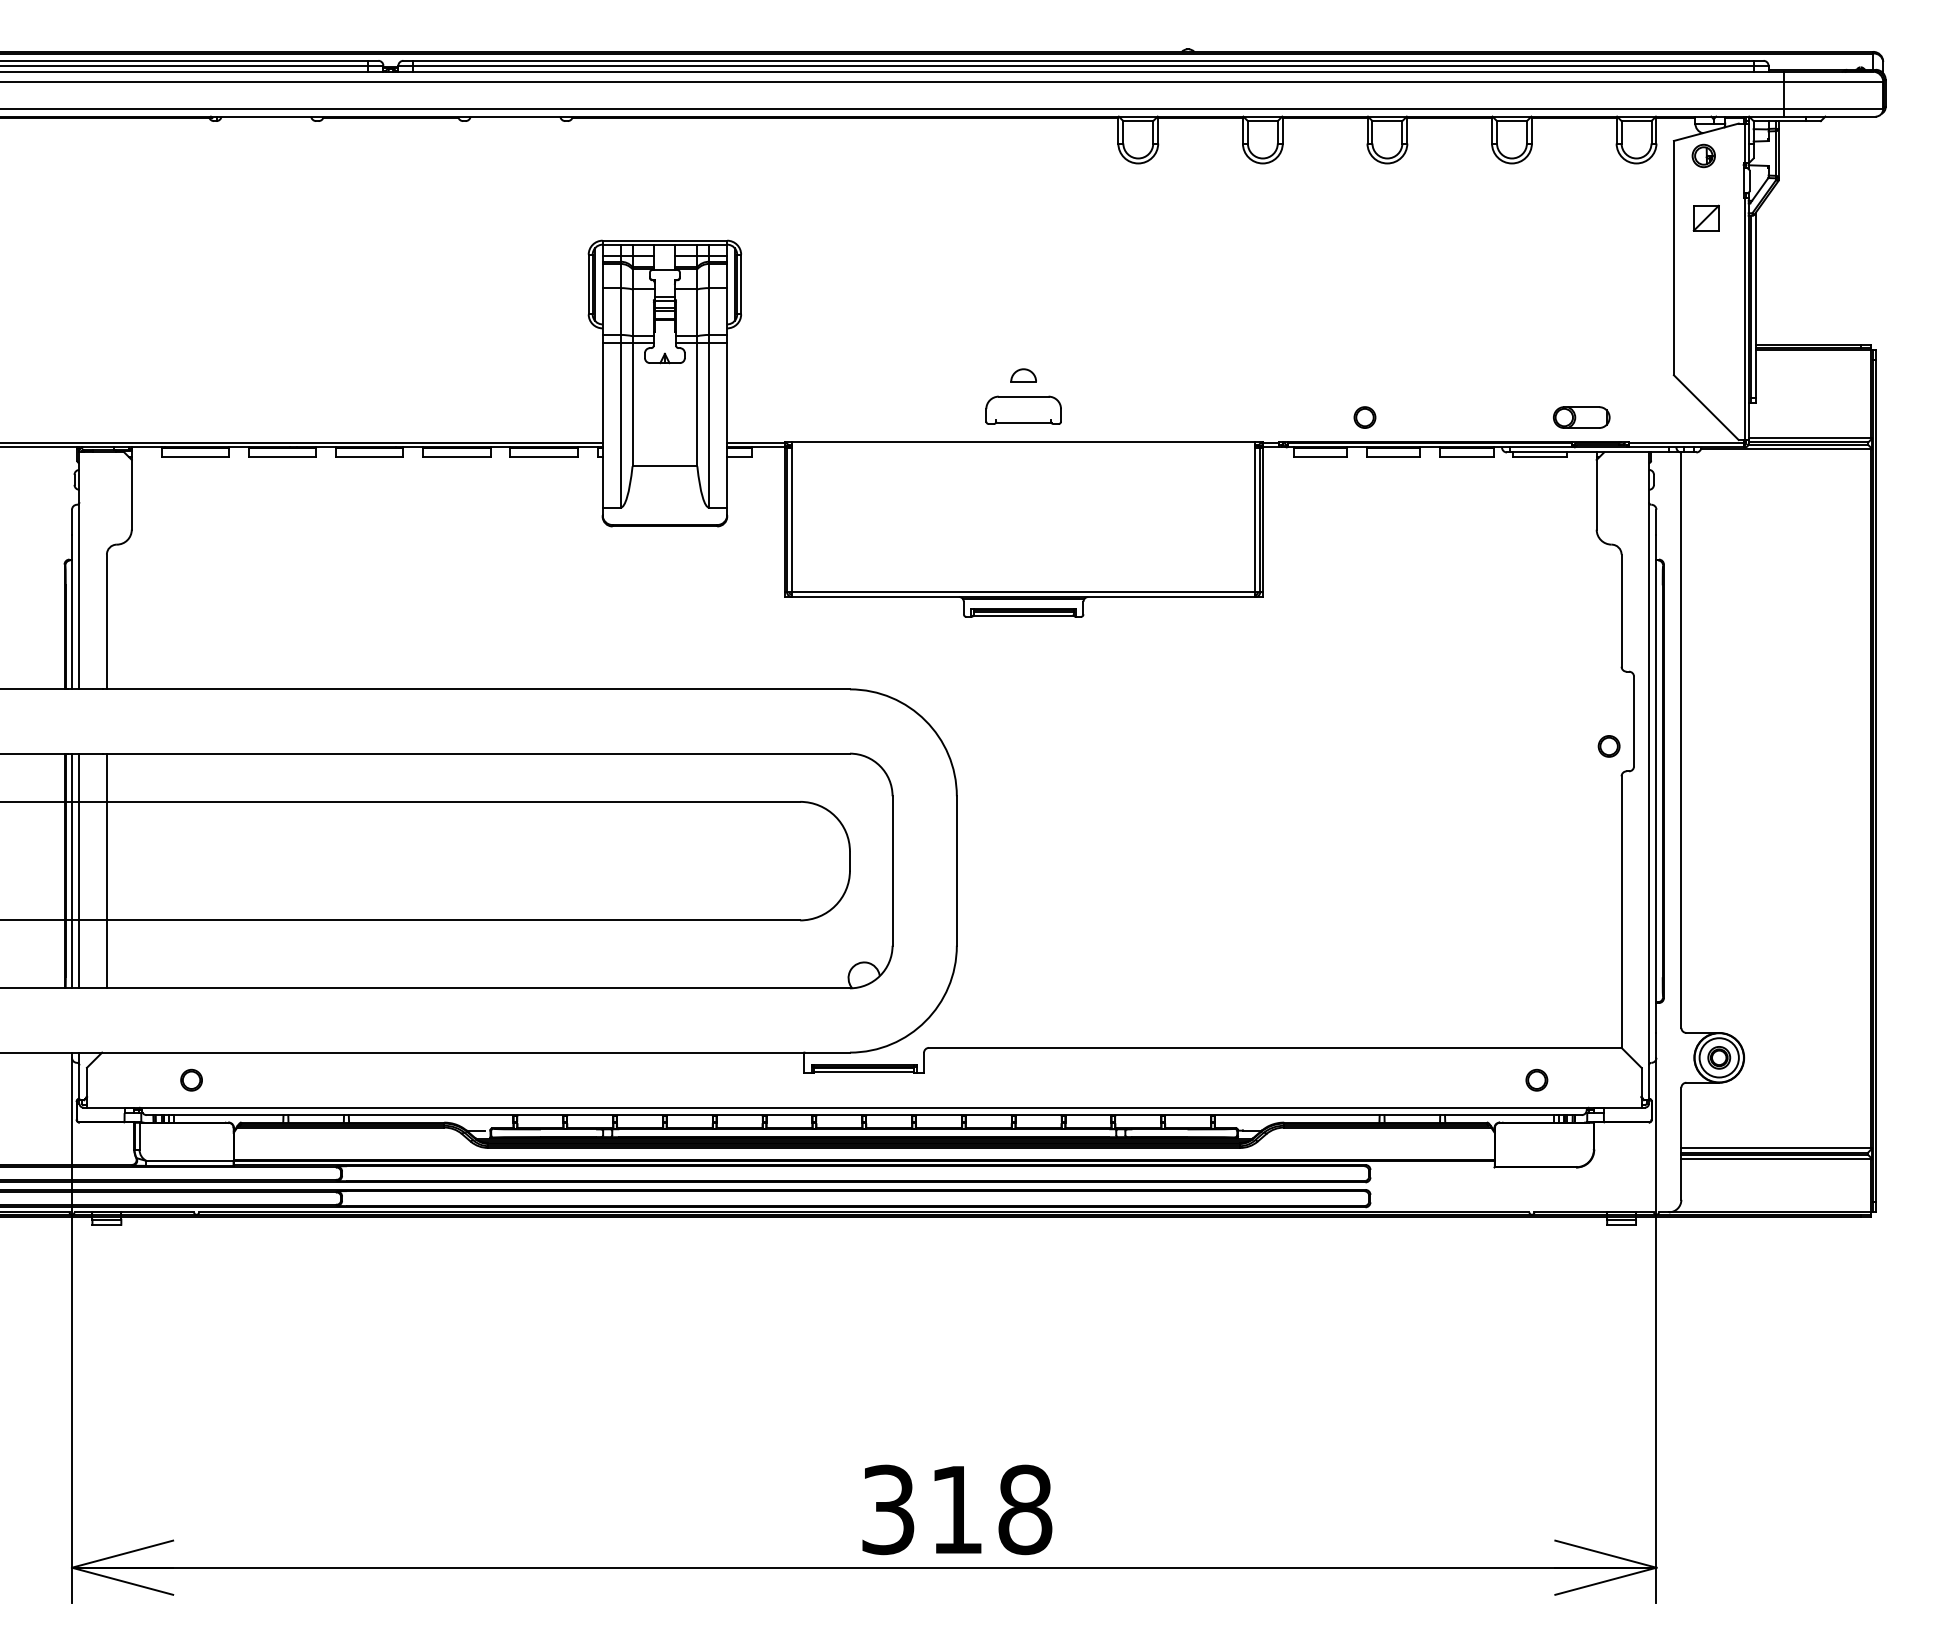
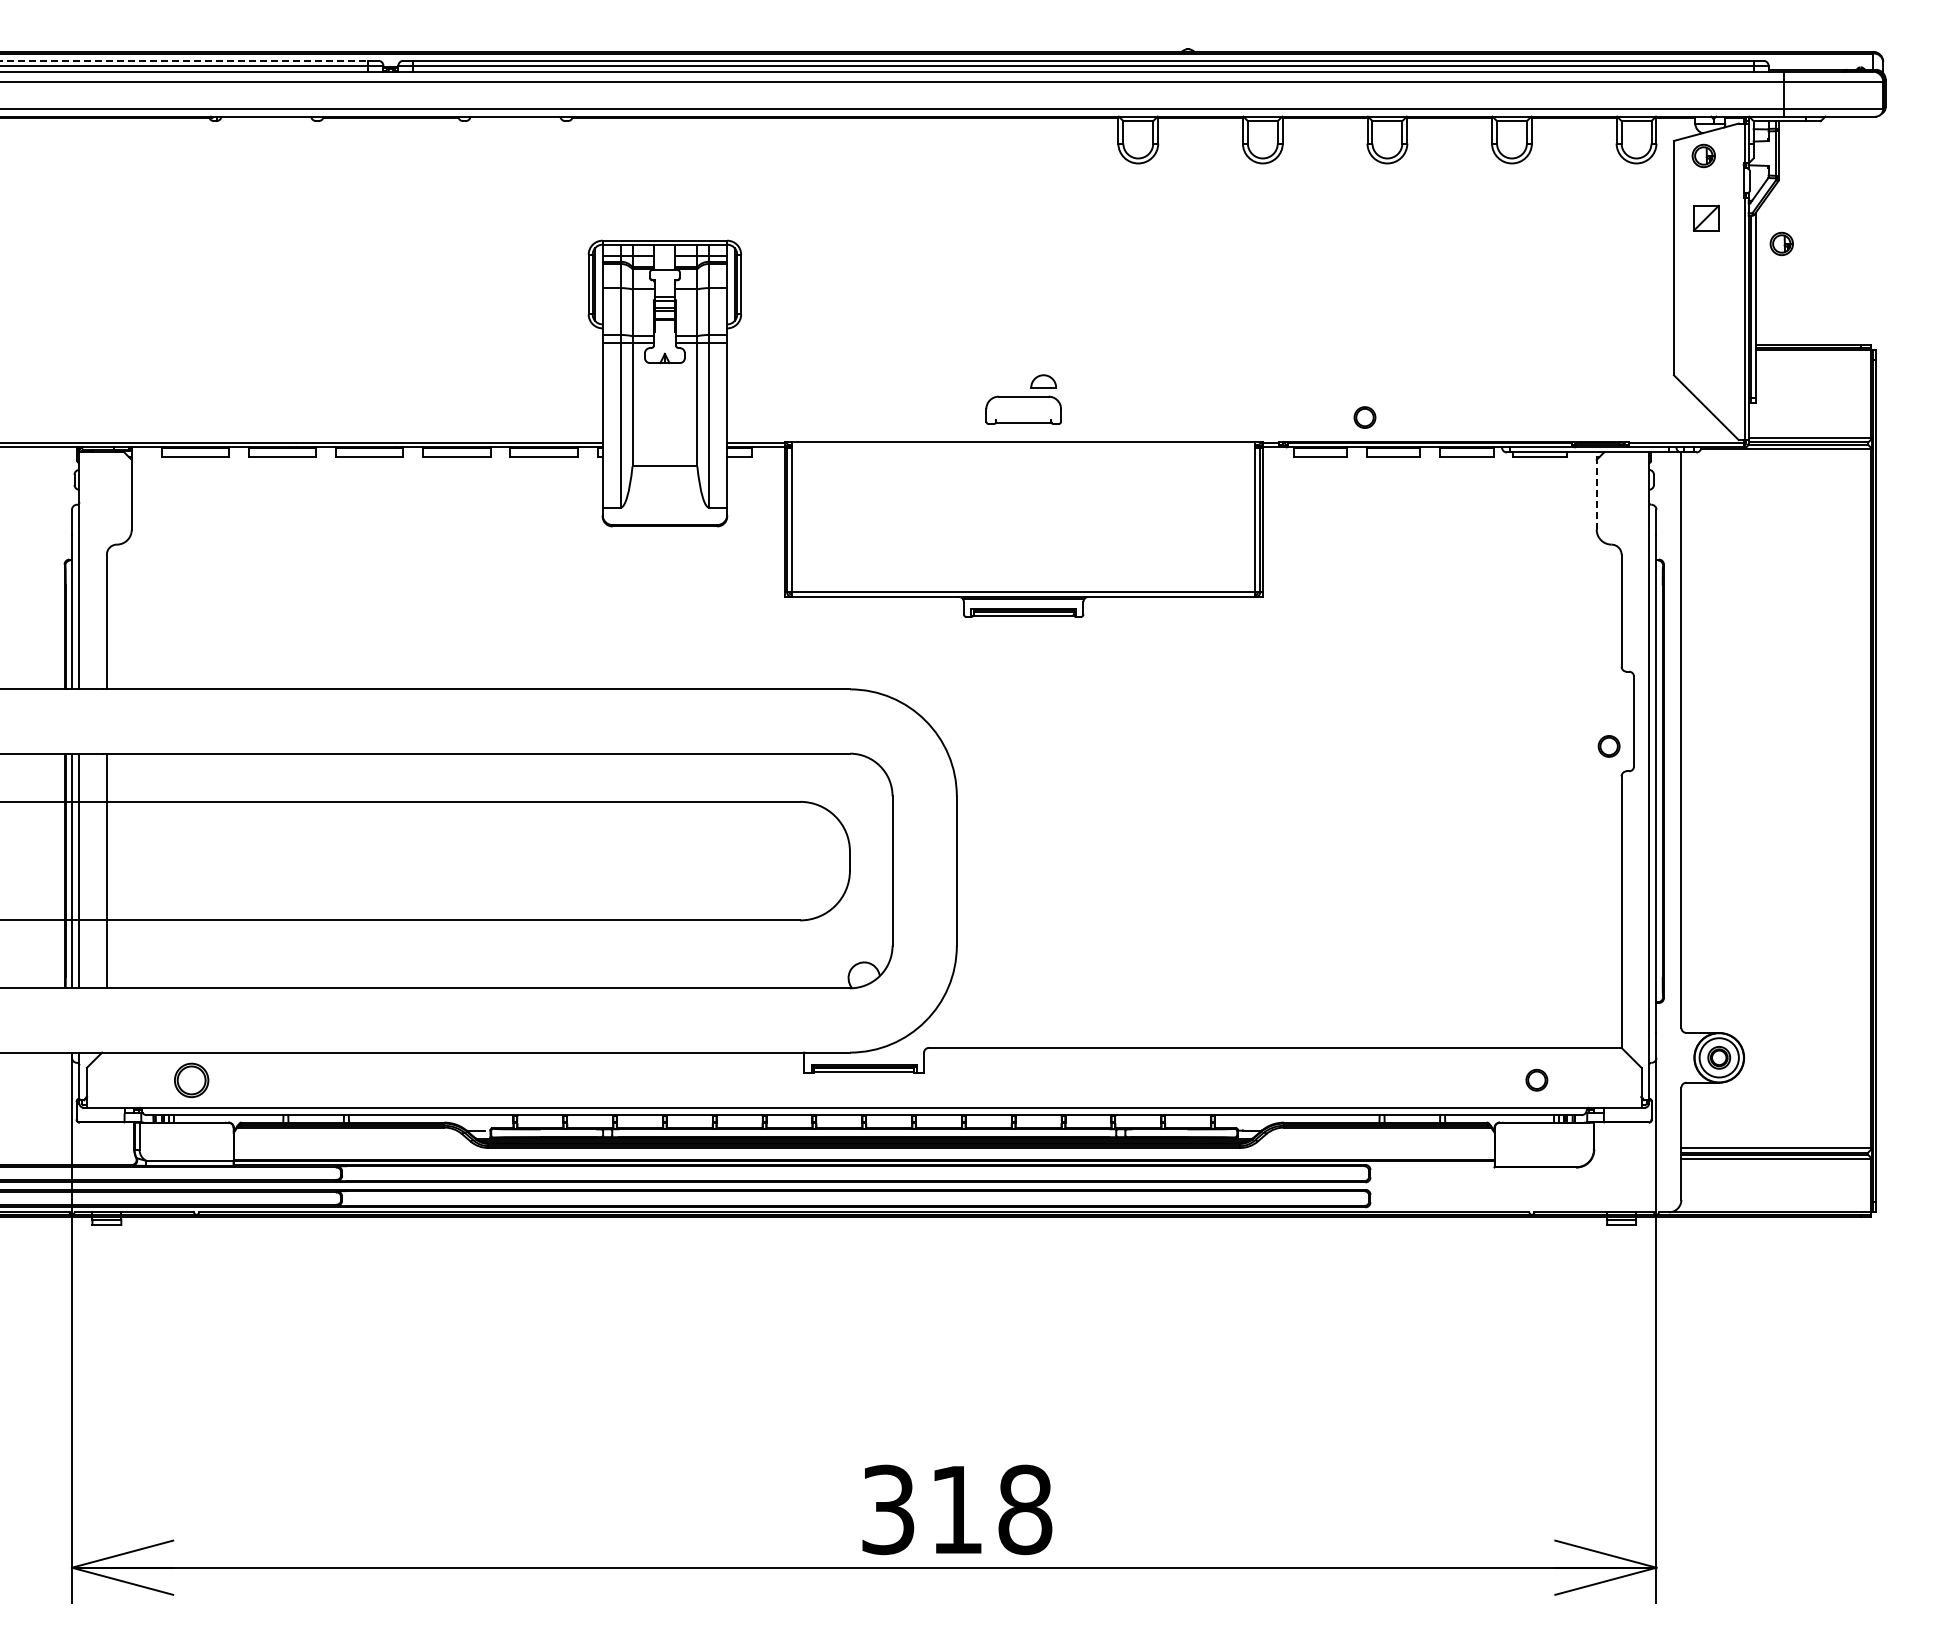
line at (184, 60): solid -> dashed
part at (1781, 243): none -> present
part at (1023, 375) position: (1023, 375) -> (1043, 381)
part at (1581, 417): present -> none
line at (1596, 491): solid -> dashed
part at (191, 1079) size: 23x24 px -> 36x37 px
